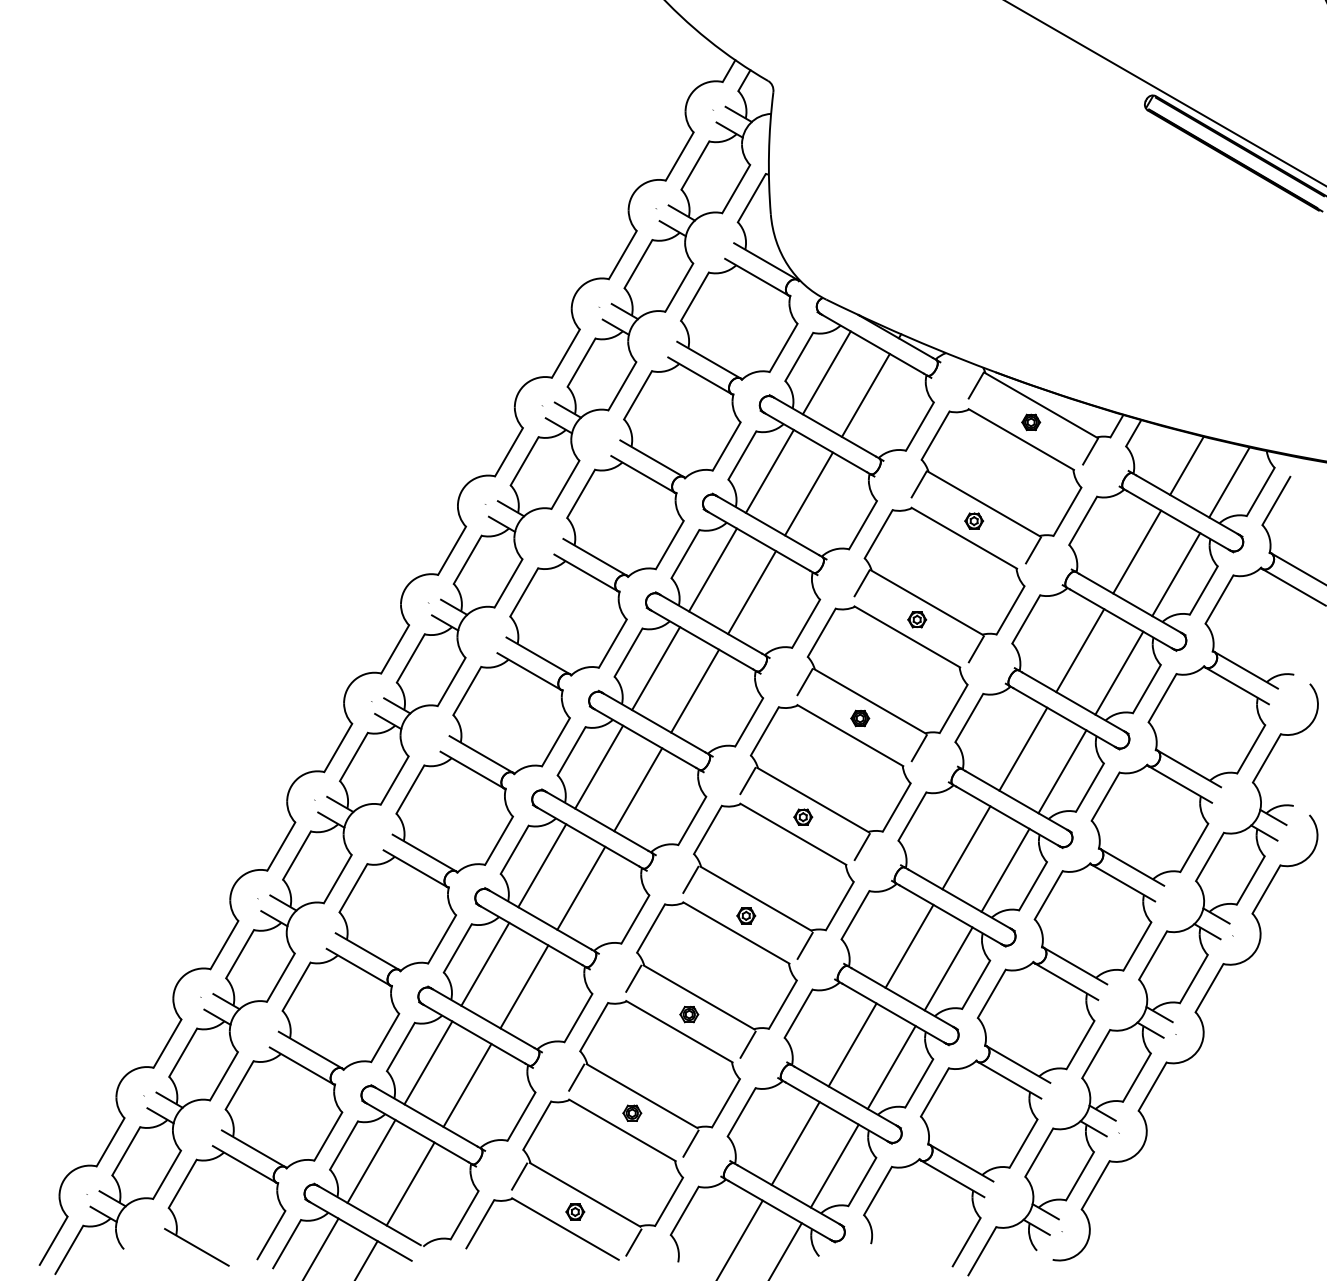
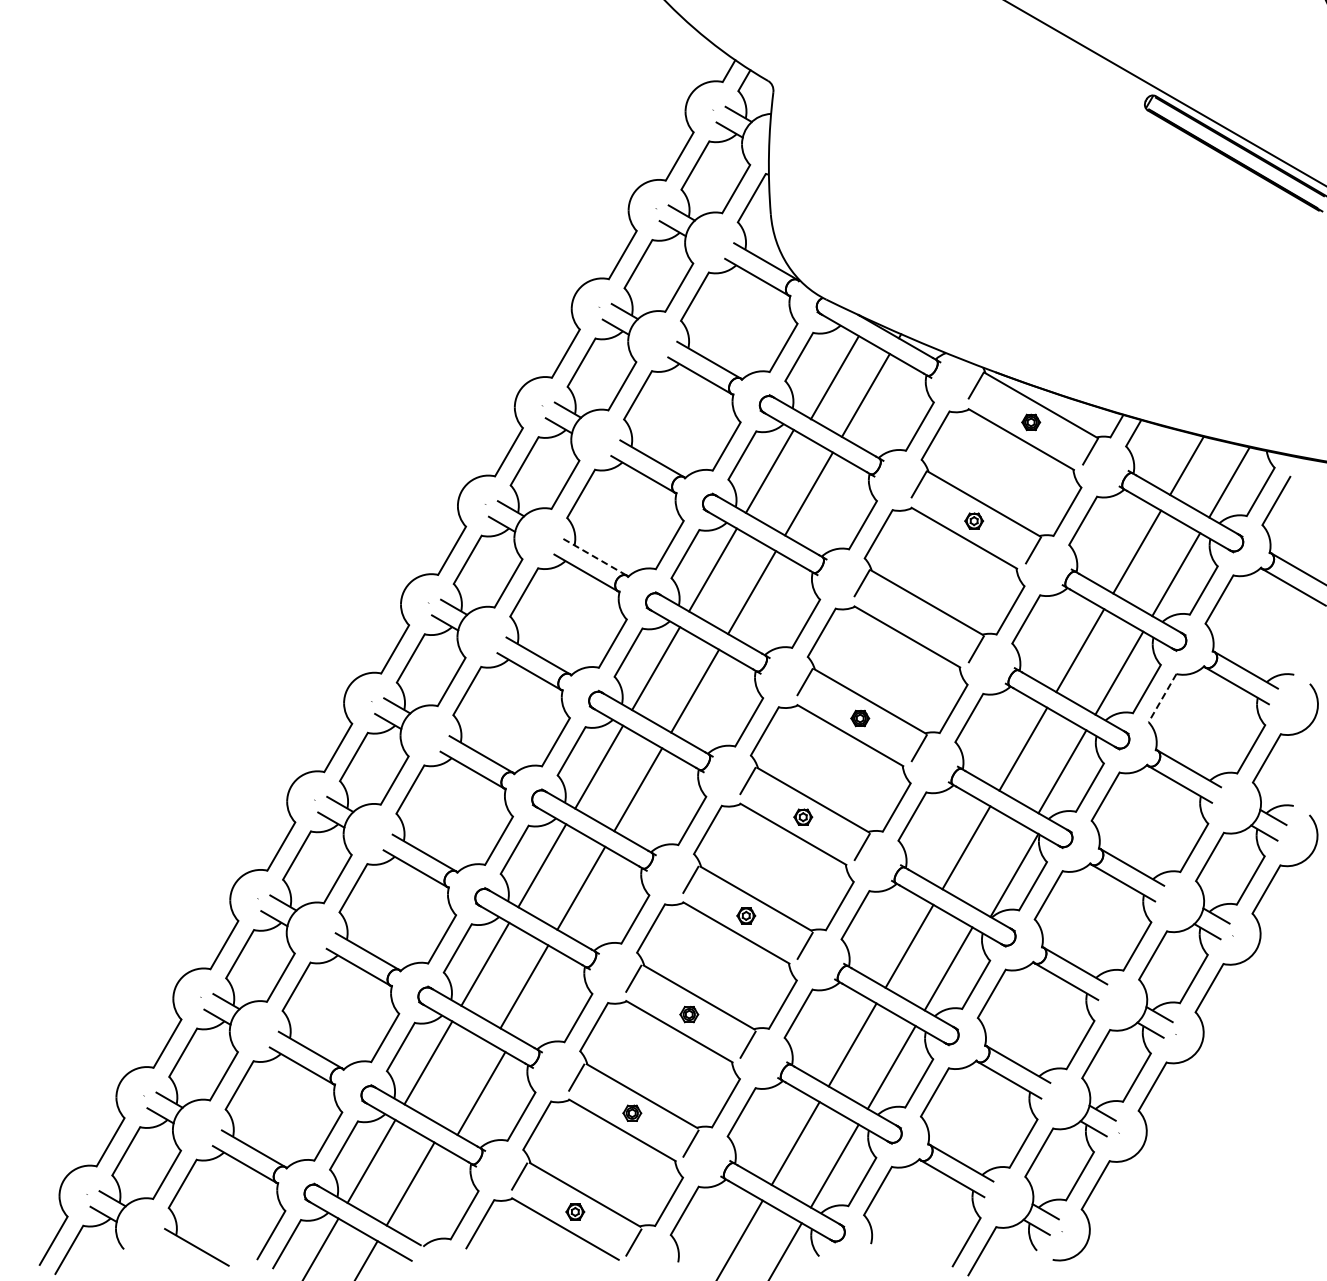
line at (826, 372) position: (826, 372) -> (834, 377)
line at (595, 557): solid -> dashed
part at (917, 619): present -> none
line at (1162, 698): solid -> dashed
line at (1005, 869) position: (1005, 869) -> (1014, 874)
line at (467, 1085) position: (467, 1085) -> (481, 1093)
